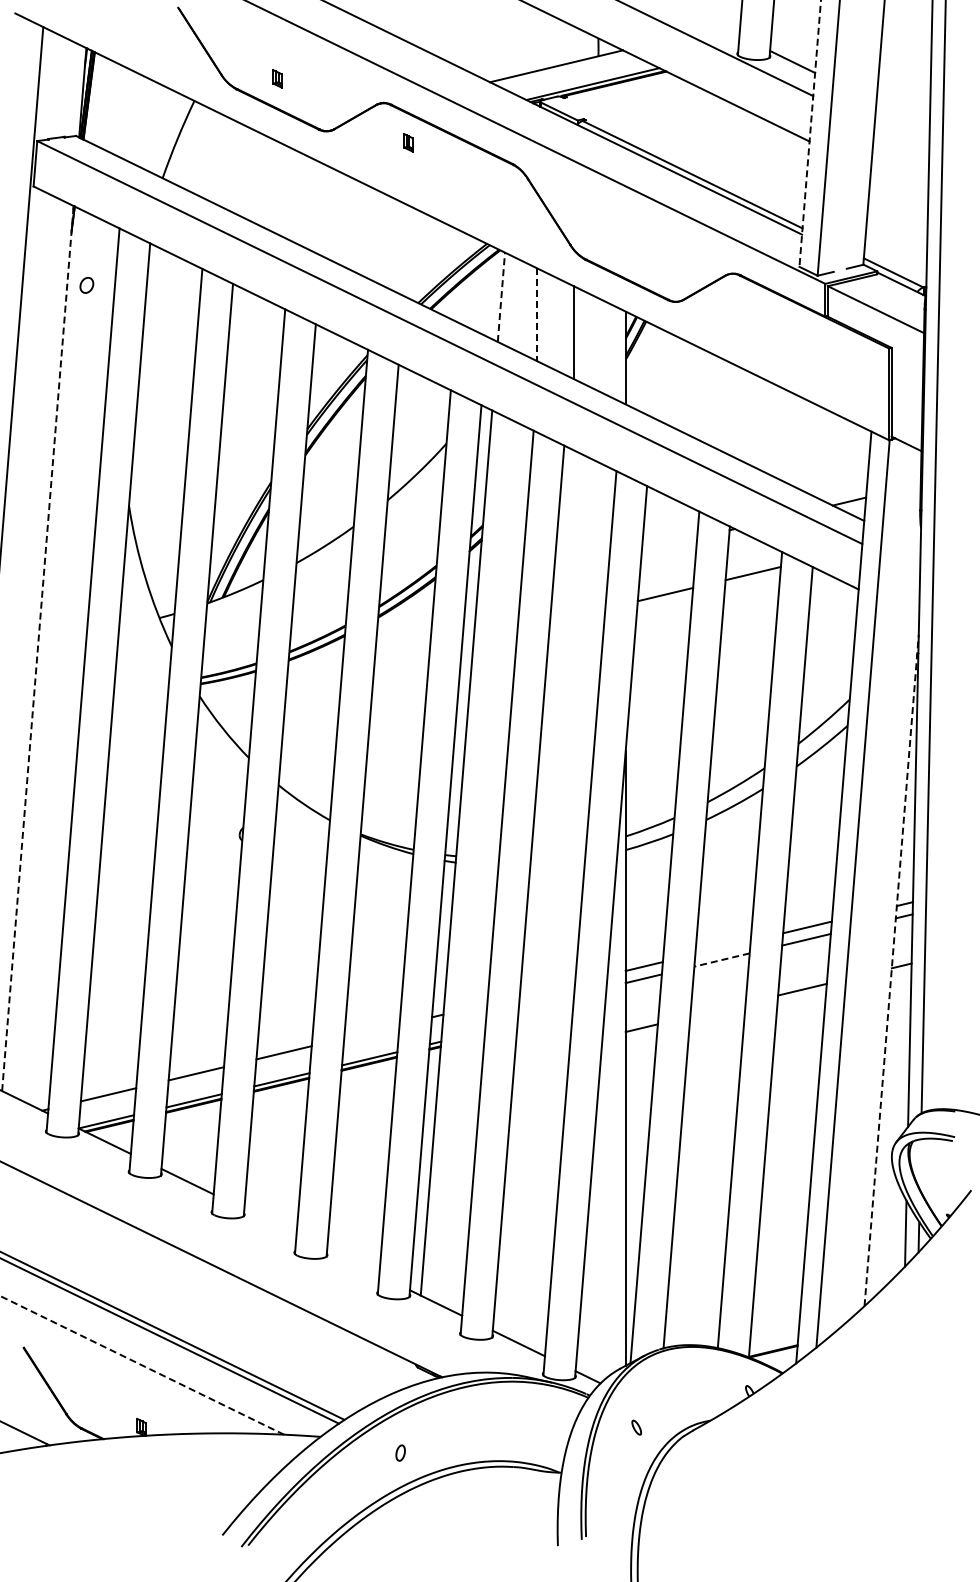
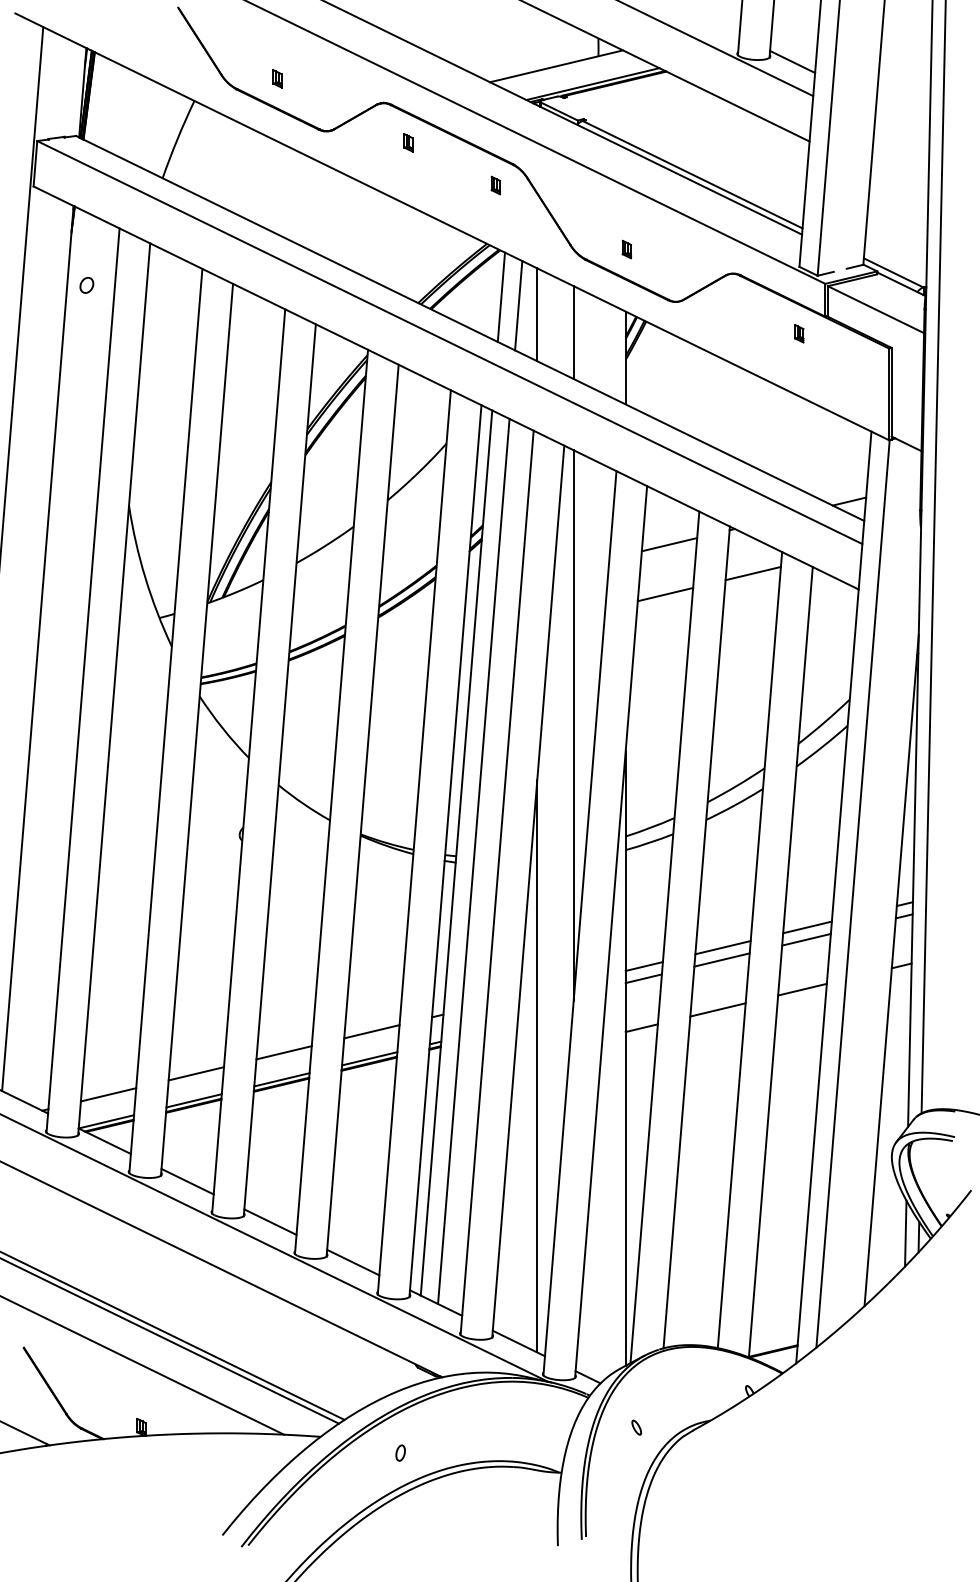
line at (810, 134): dashed -> solid
part at (495, 185): none -> present
part at (626, 249): none -> present
line at (501, 297): dashed -> solid
line at (518, 305): none -> present
line at (537, 315): dashed -> solid
part at (799, 333): none -> present
line at (669, 544): none -> present
line at (37, 648): dashed -> solid
line at (573, 725): none -> present
line at (473, 861): none -> present
line at (722, 947): none -> present
line at (721, 960): dashed -> solid
line at (891, 970): dashed -> solid
line at (717, 1009): none -> present
line at (371, 1031): none -> present
line at (537, 1065): none -> present
line at (270, 1221): none -> present
line at (274, 1248): none -> present
line at (353, 1262): none -> present
line at (142, 1365): dashed -> solid
